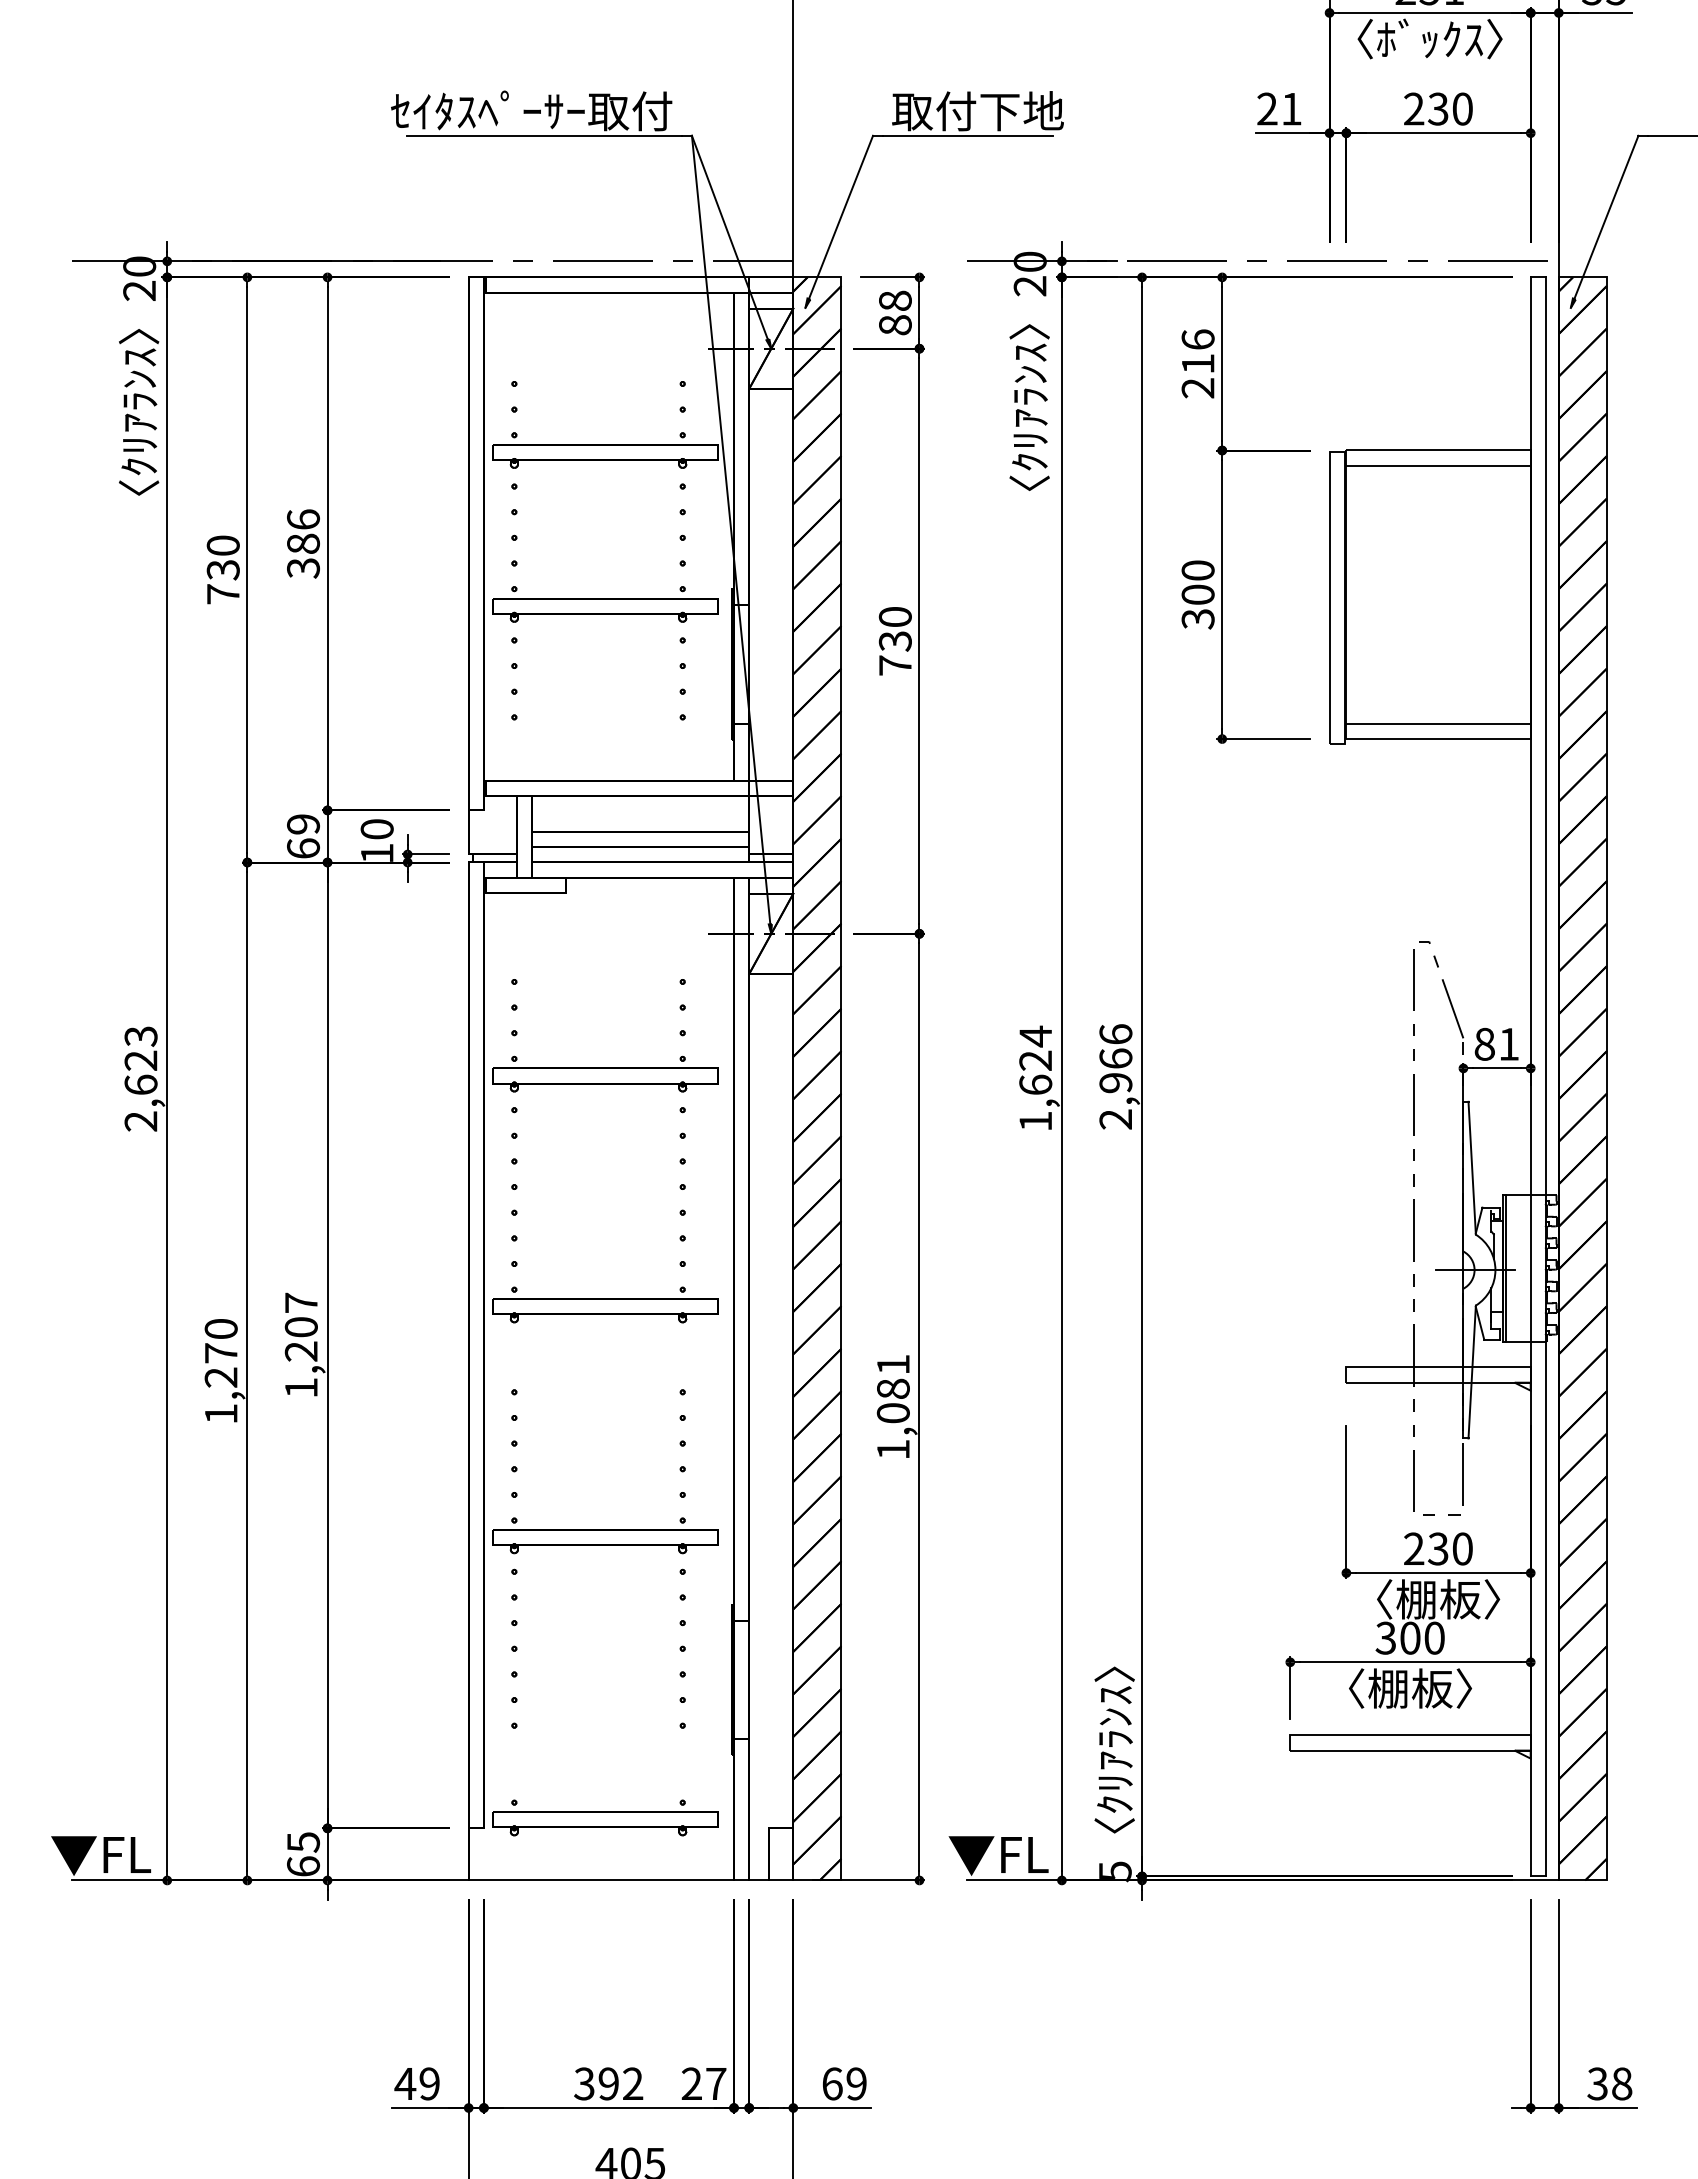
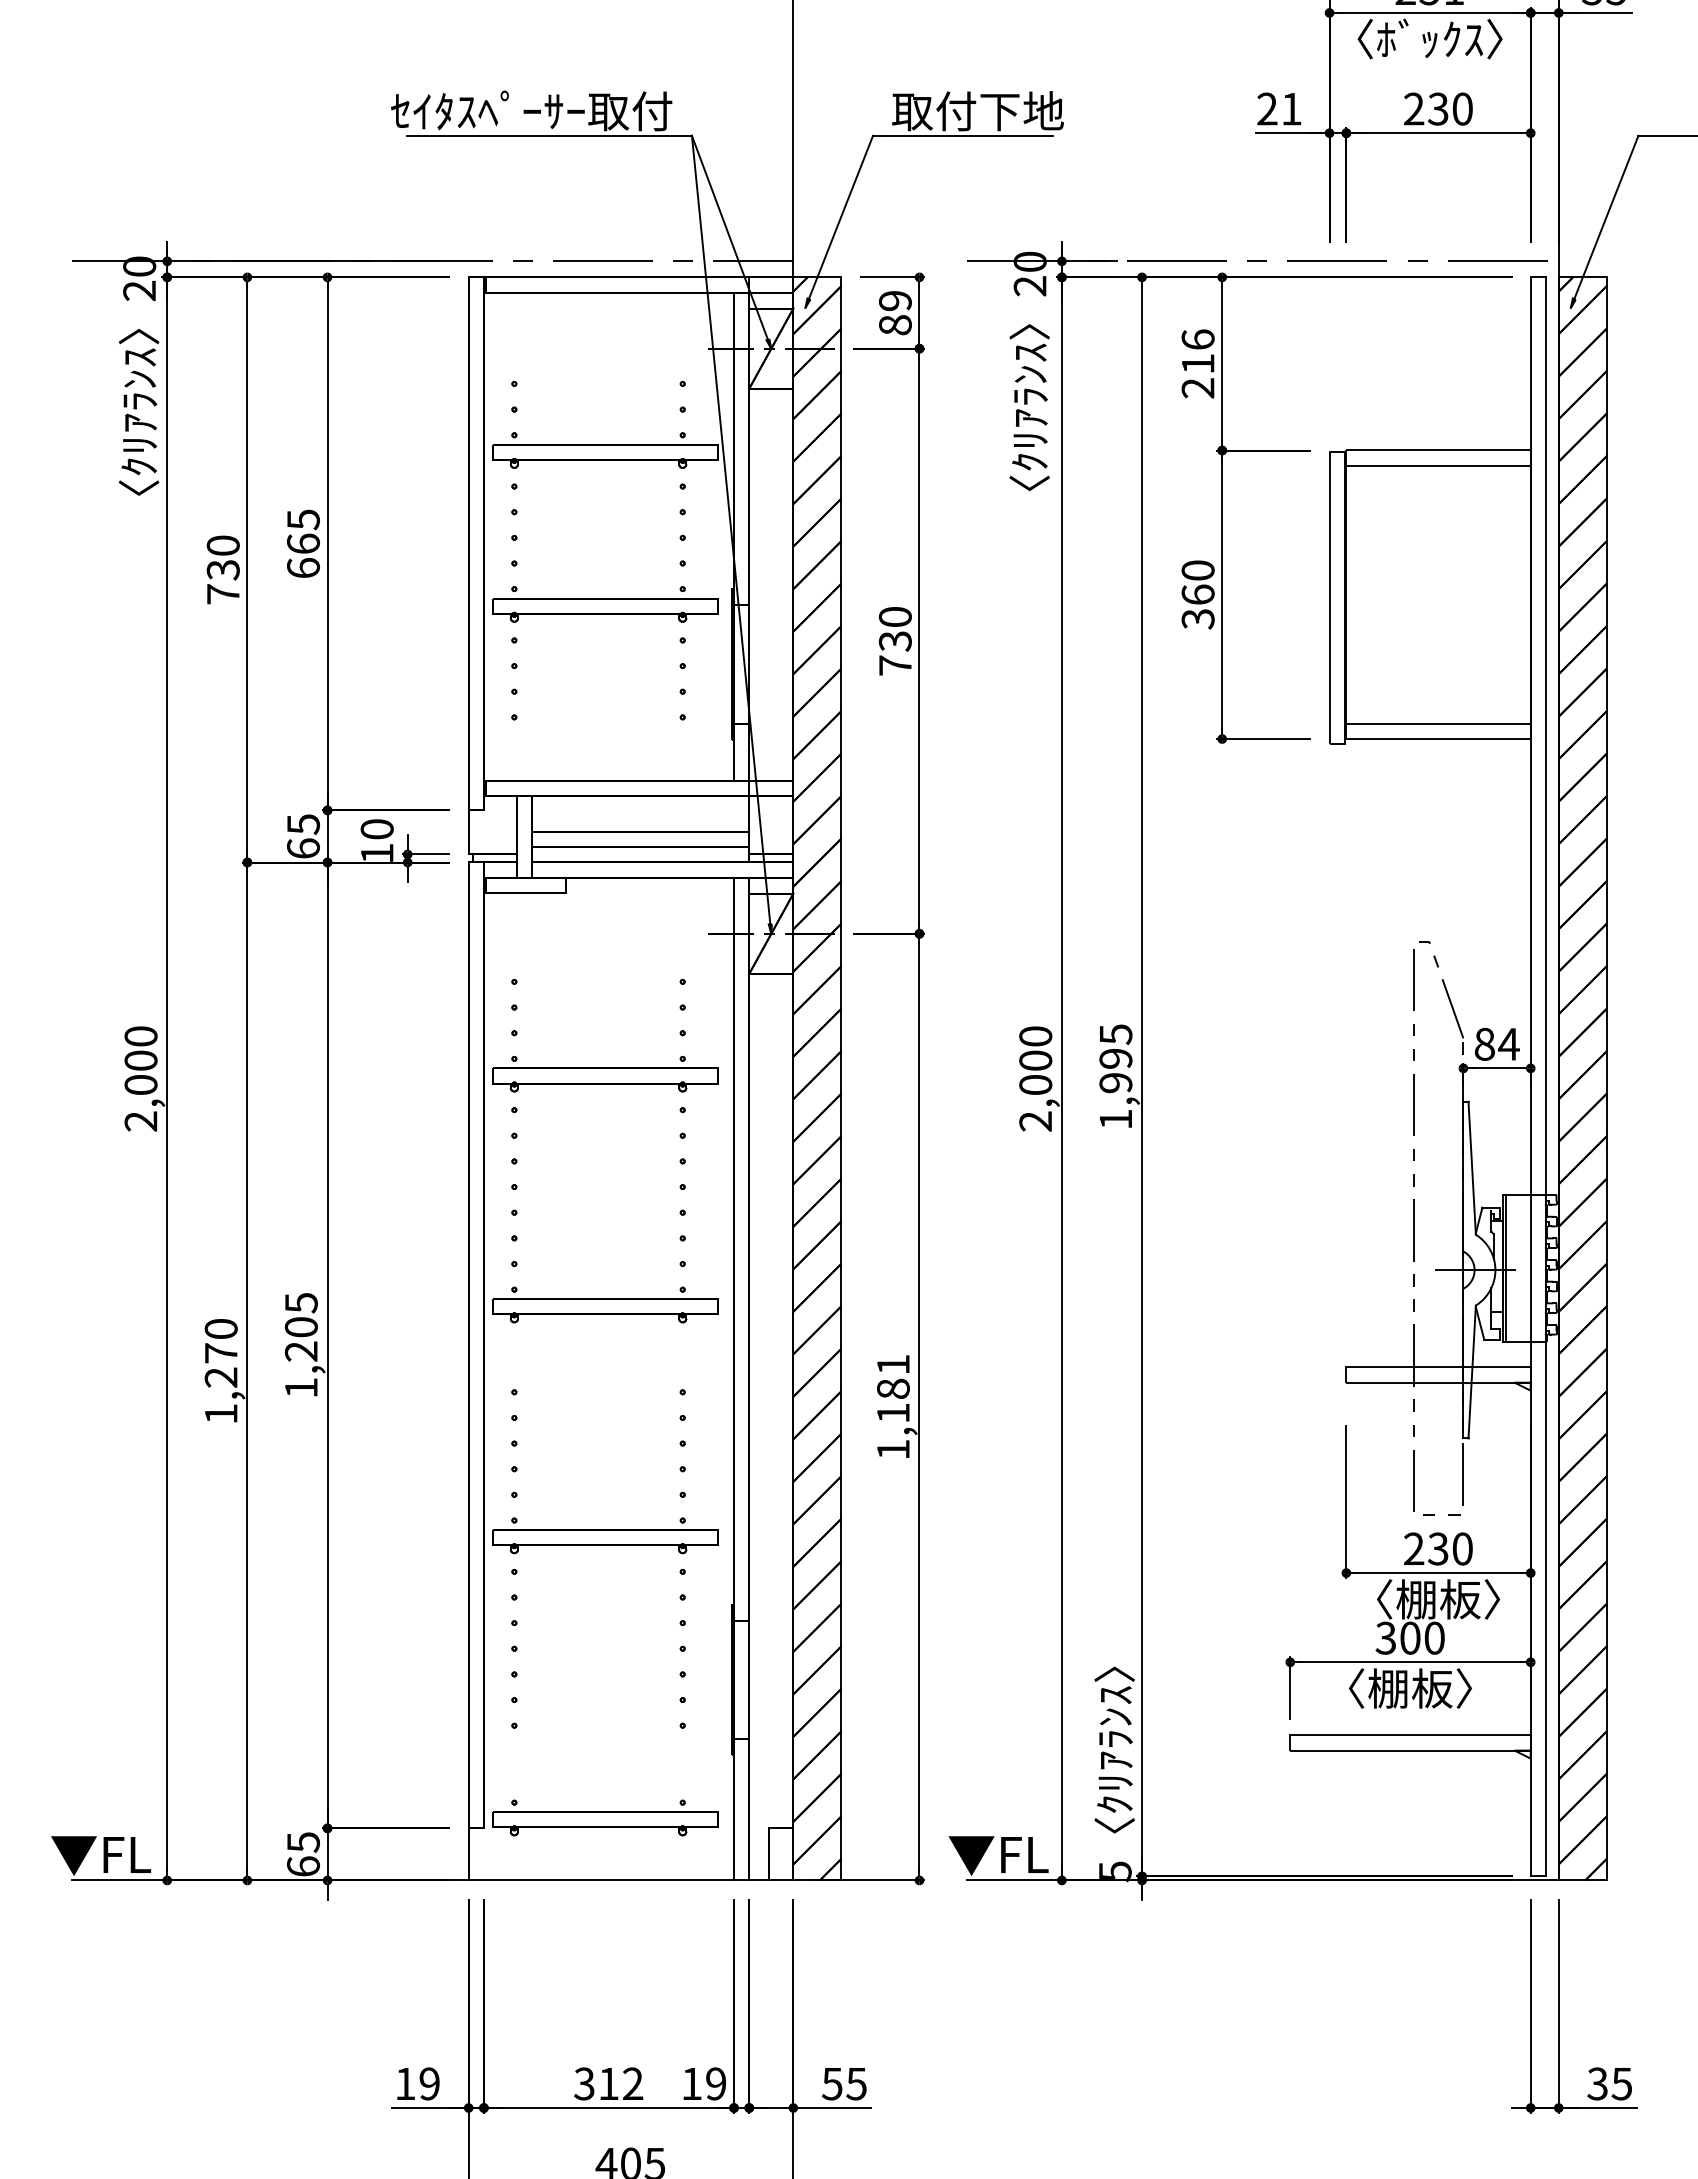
text at (894, 300): 88 -> 89
text at (303, 543): 386 -> 665
text at (1197, 594): 300 -> 360
text at (303, 824): 69 -> 65
text at (1508, 1044): 81 -> 84
text at (140, 1060): 2,623 -> 2,000
text at (1115, 1076): 2,966 -> 1,995
text at (1035, 1078): 1,624 -> 2,000
text at (301, 1302): 1,207 -> 1,205
text at (892, 1413): 1,081 -> 1,181
text at (405, 2083): 49 -> 19
text at (608, 2083): 392 -> 312
text at (703, 2083): 27 -> 19
text at (843, 2083): 69 -> 55
text at (1621, 2083): 38 -> 35
